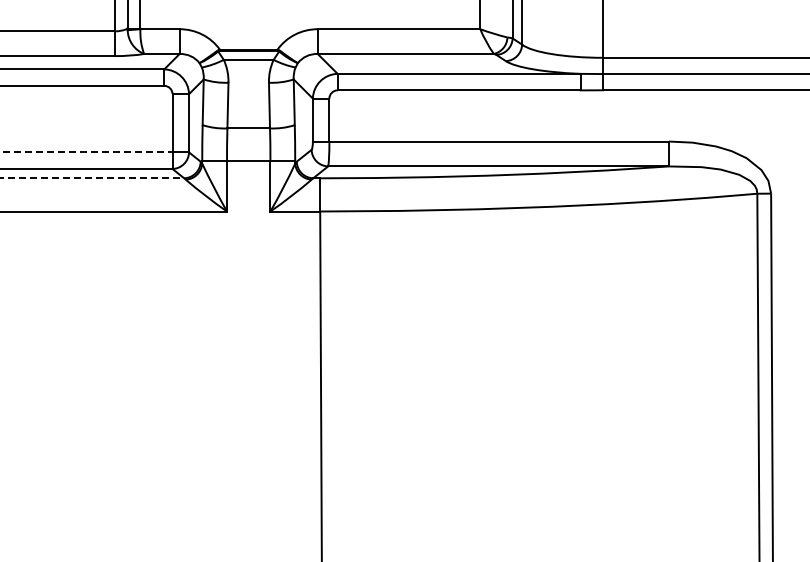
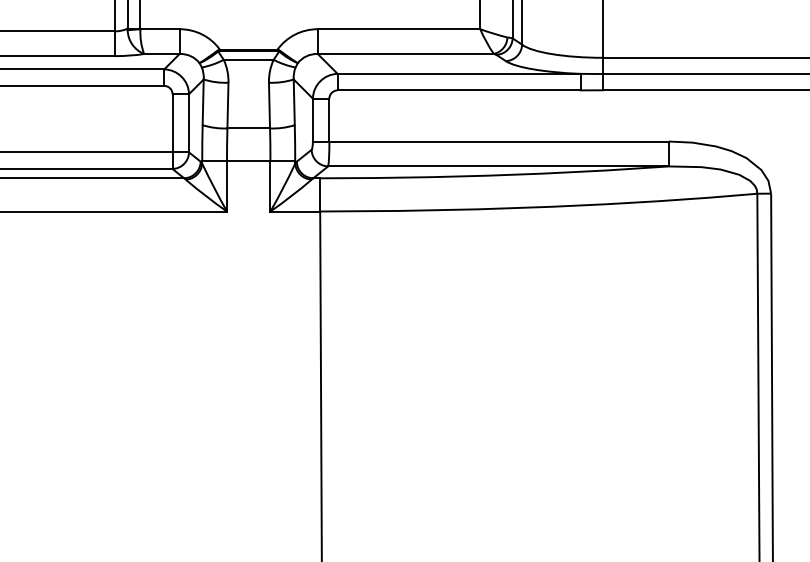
line at (86, 152): dashed -> solid
line at (92, 178): dashed -> solid
